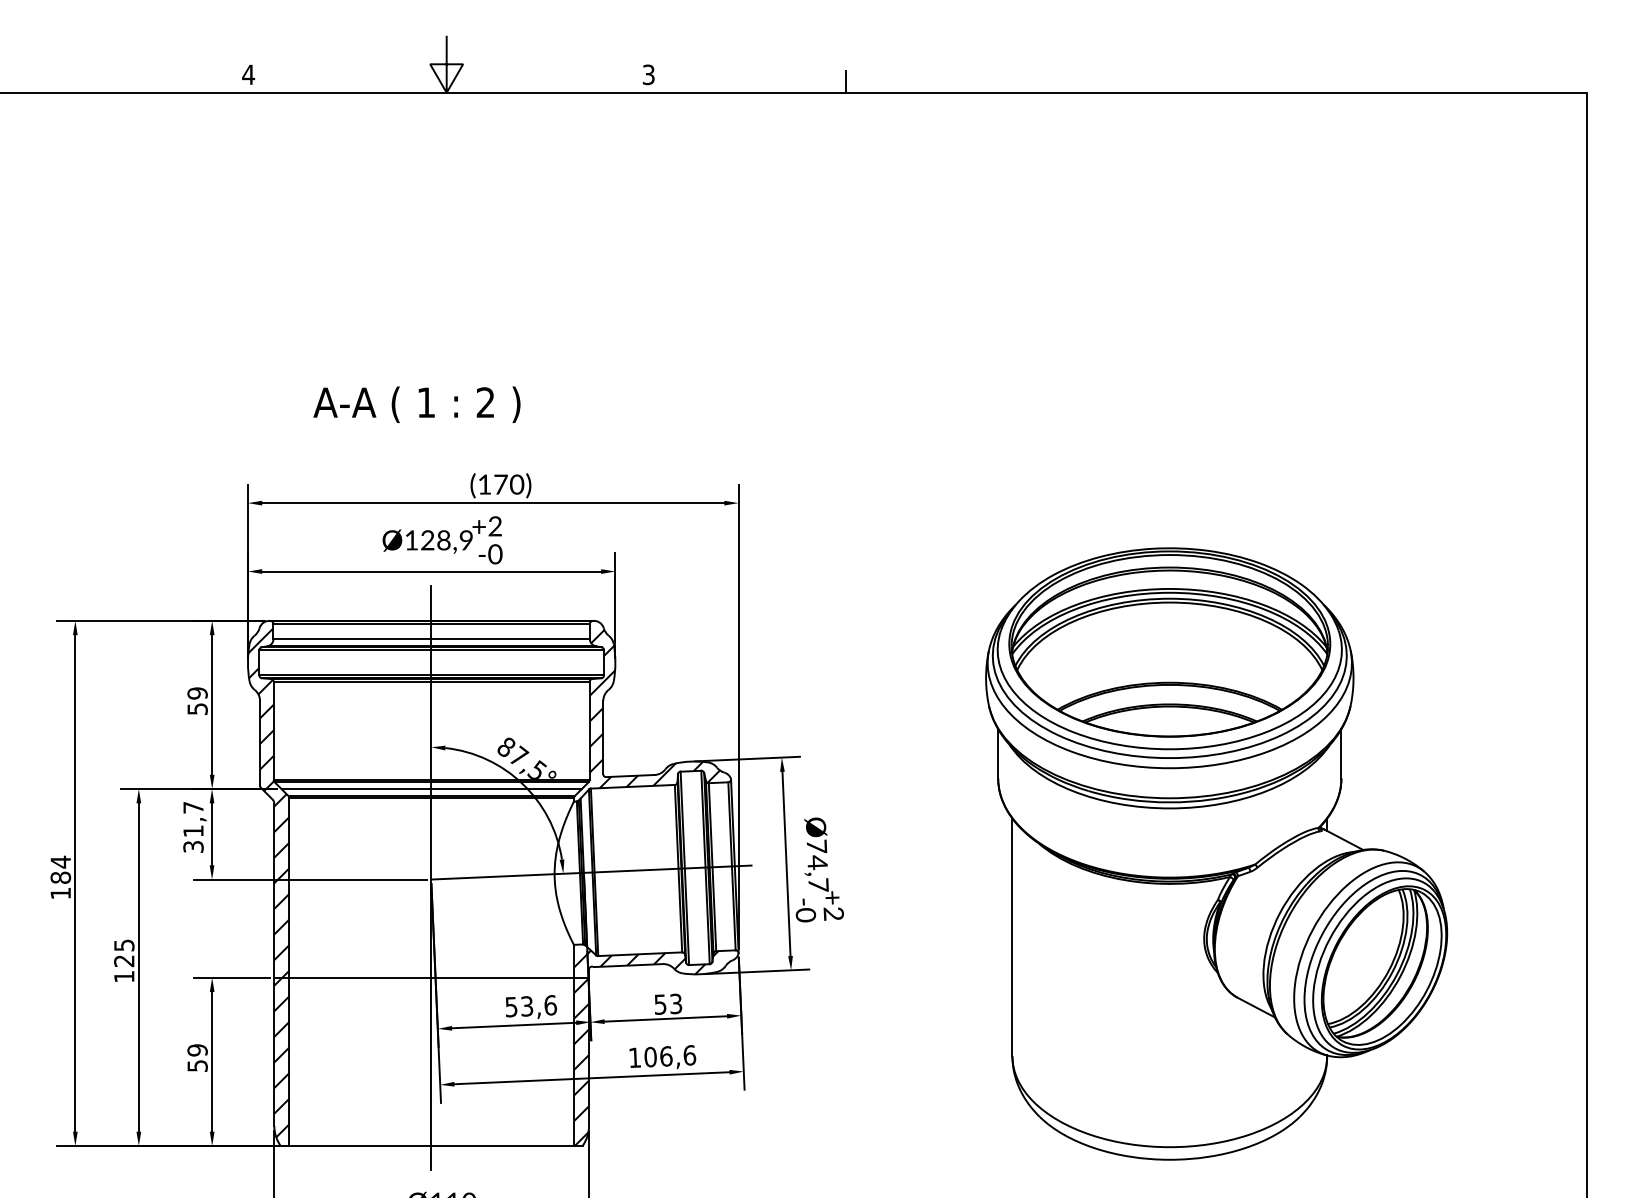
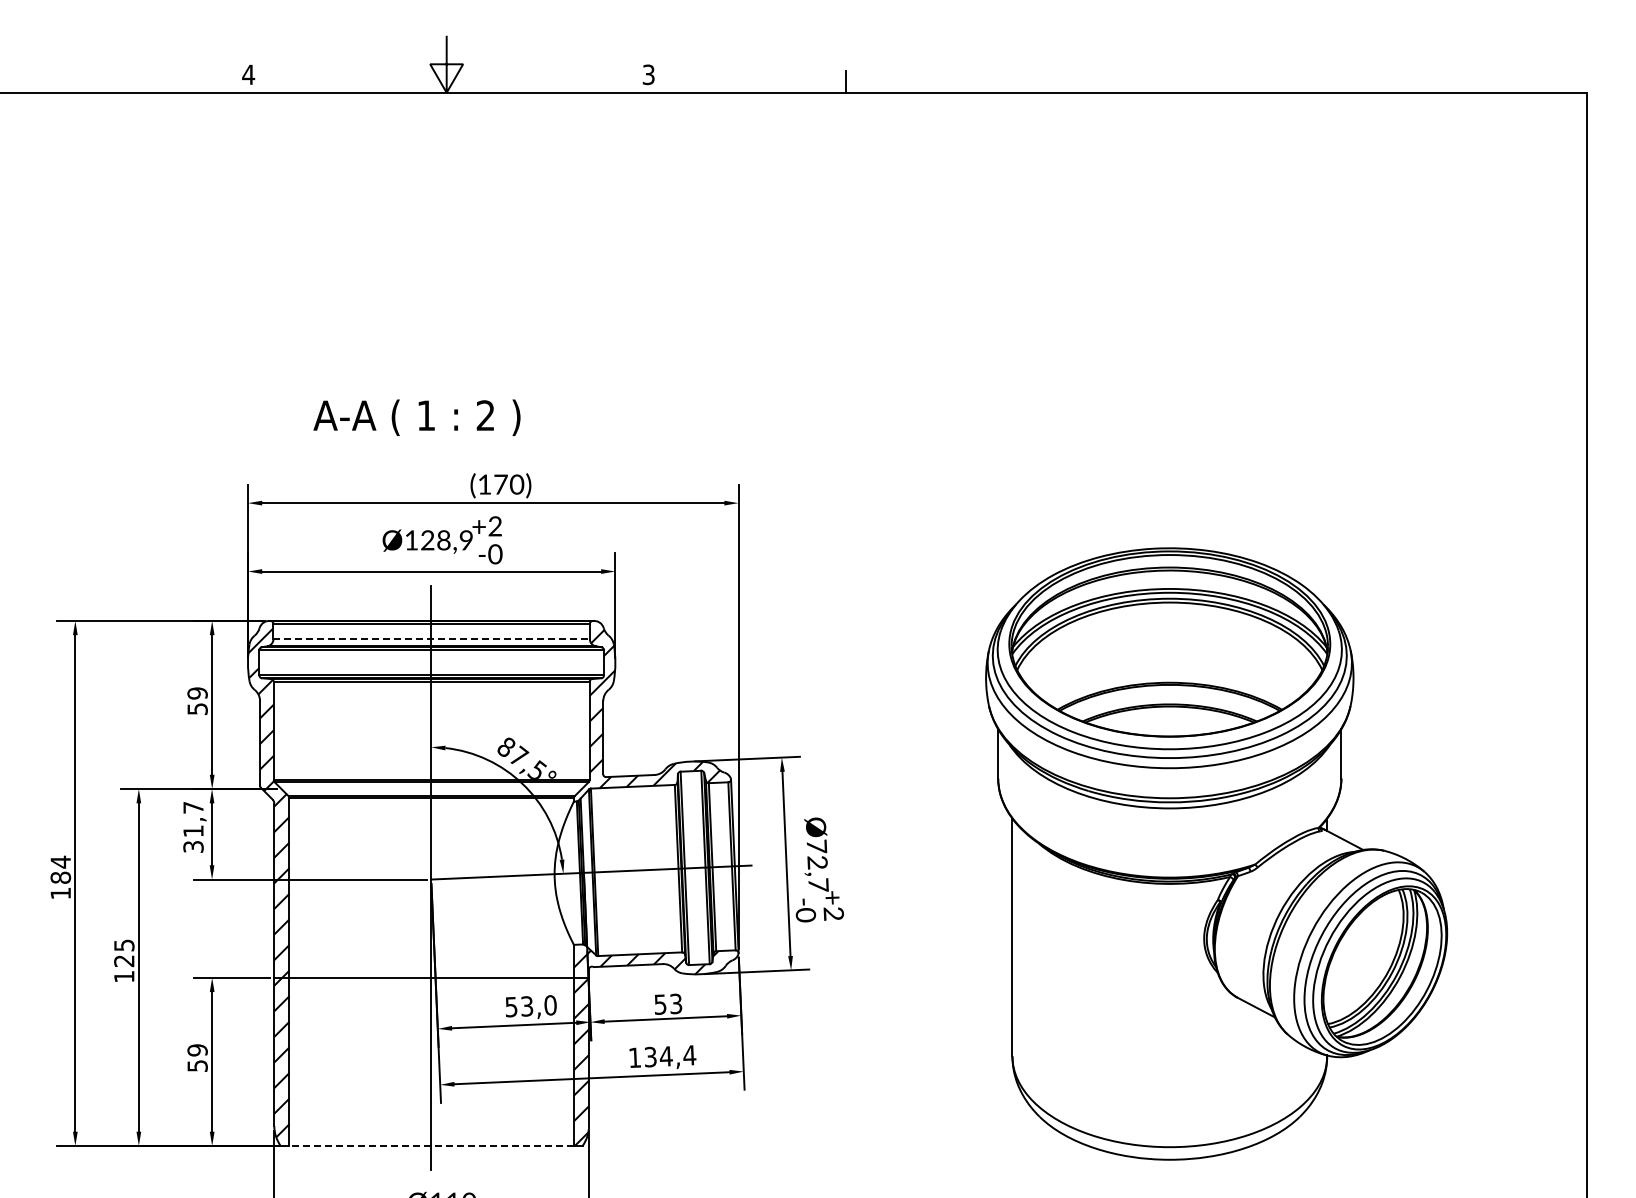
text at (416, 404) position: (416, 404) -> (416, 417)
line at (432, 639): solid -> dashed
line at (431, 789): present -> none
text at (817, 862): Ø74,7 -> Ø72,7
text at (550, 1005): 53,6 -> 53,0
text at (670, 1056): 106,6 -> 134,4
line at (431, 1145): solid -> dashed
